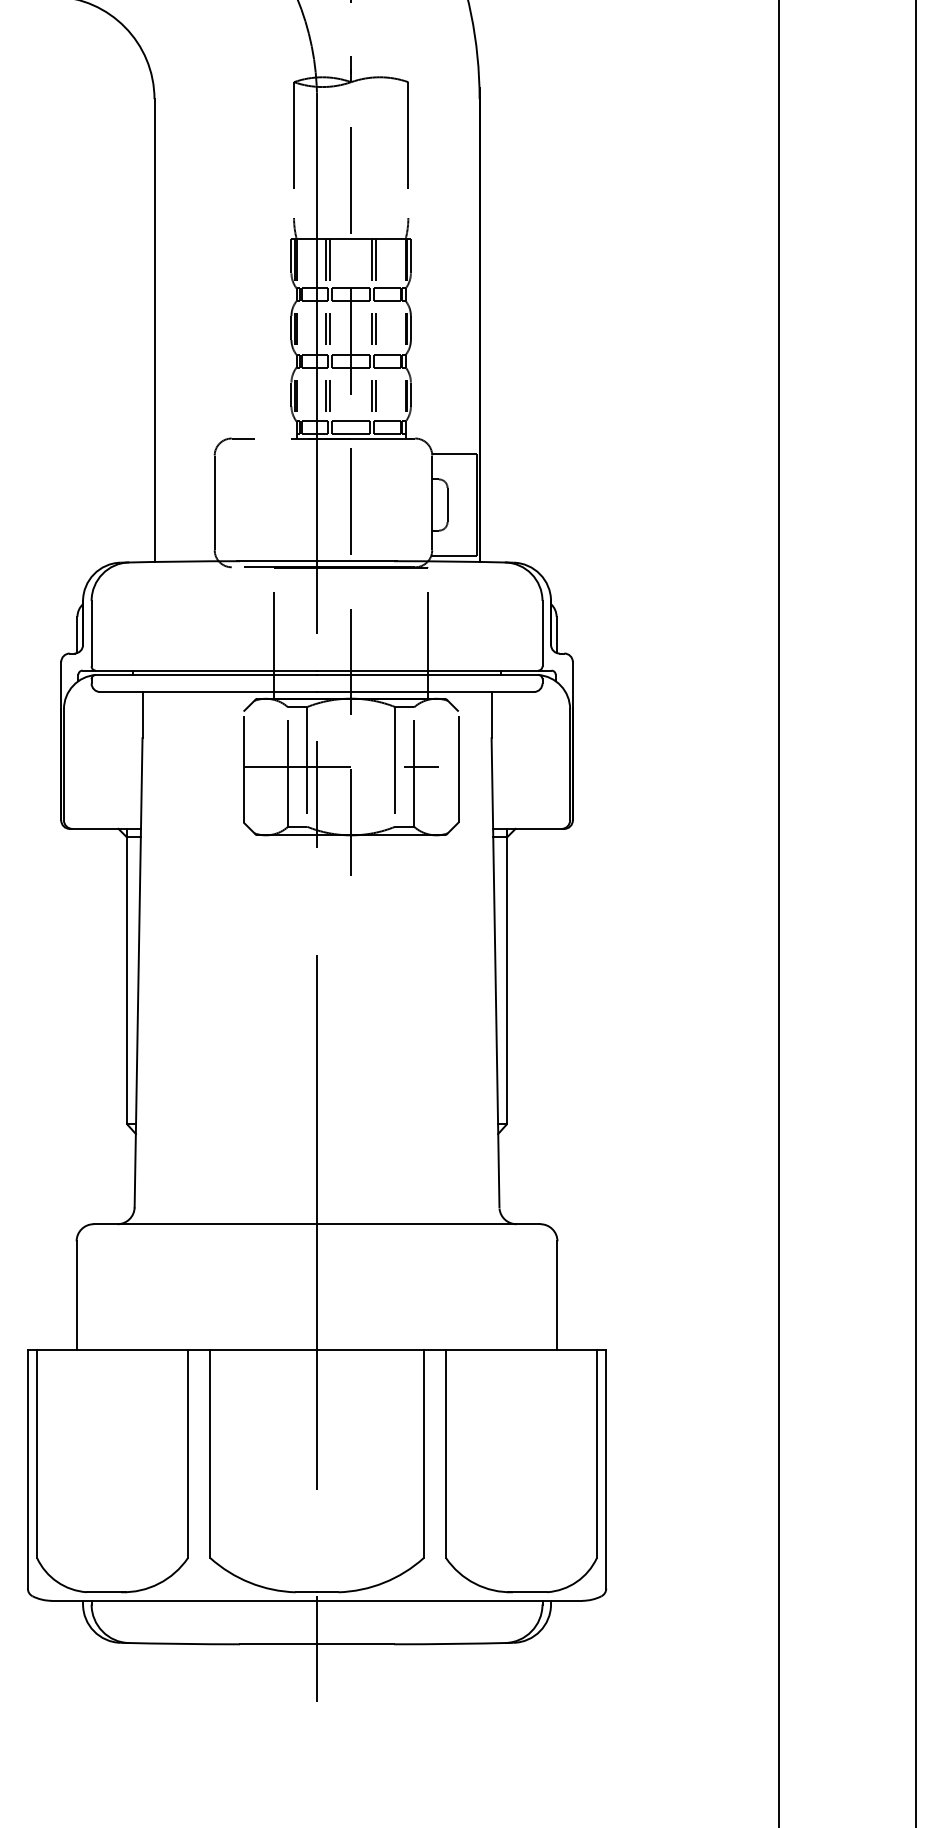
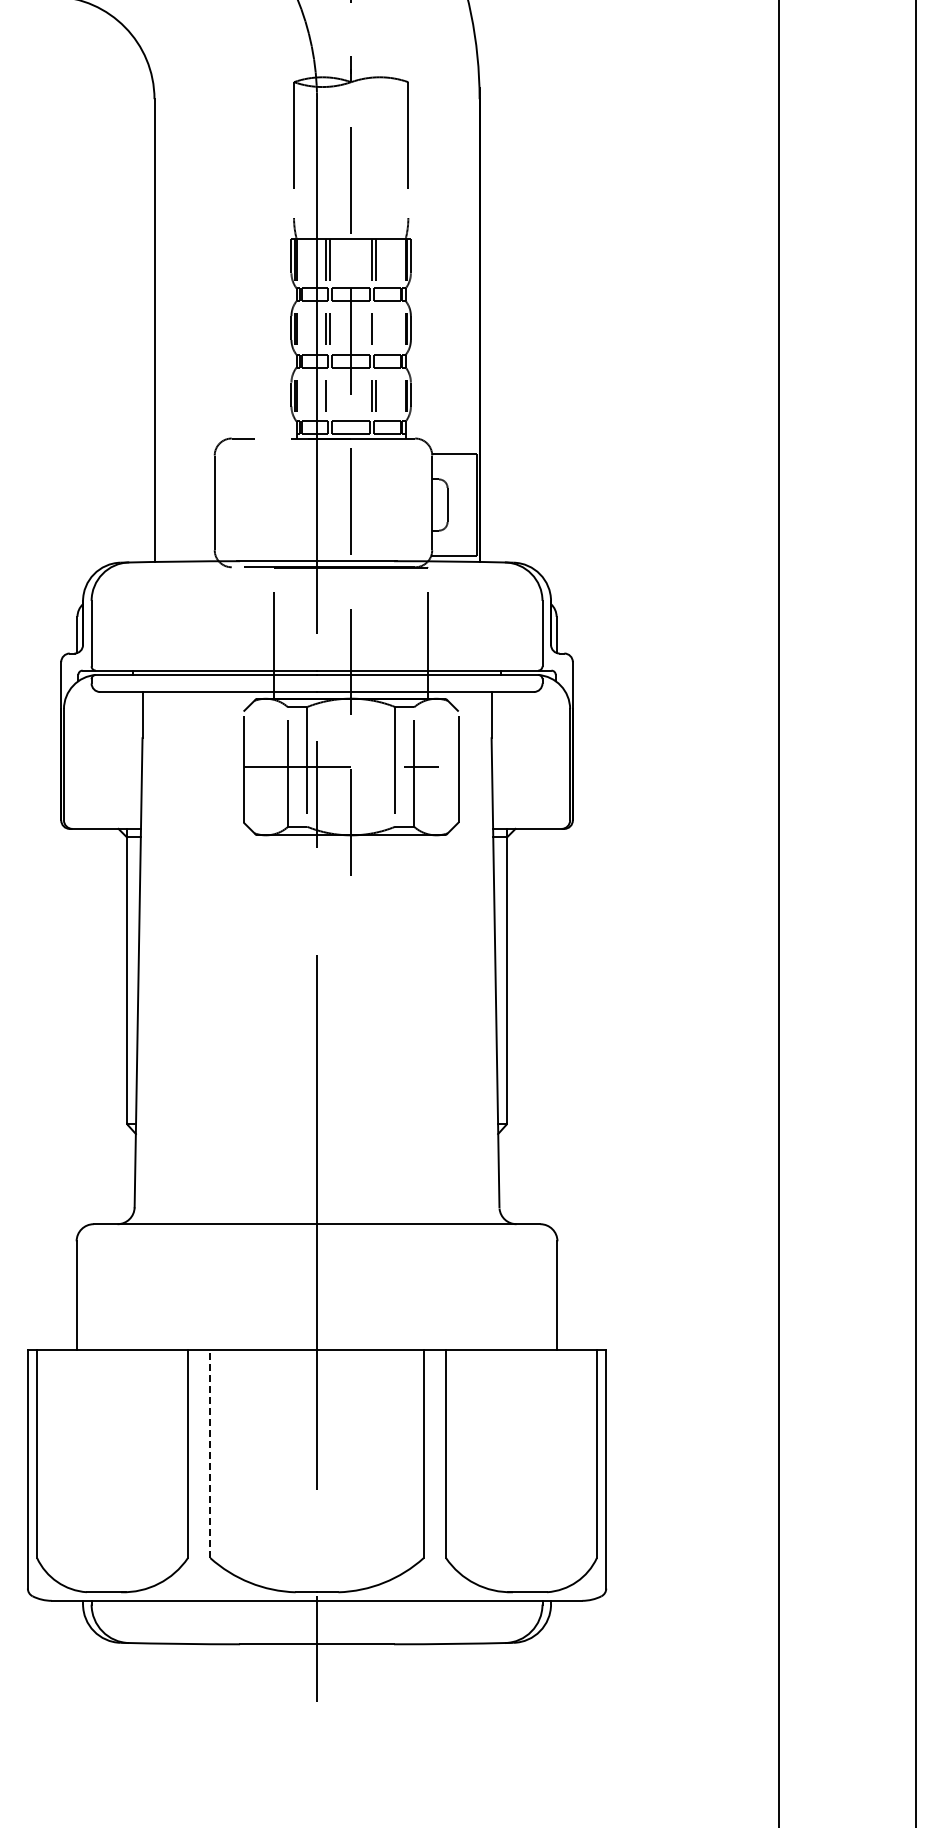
line at (376, 328): present -> none
line at (330, 395): present -> none
line at (210, 1454): solid -> dashed
